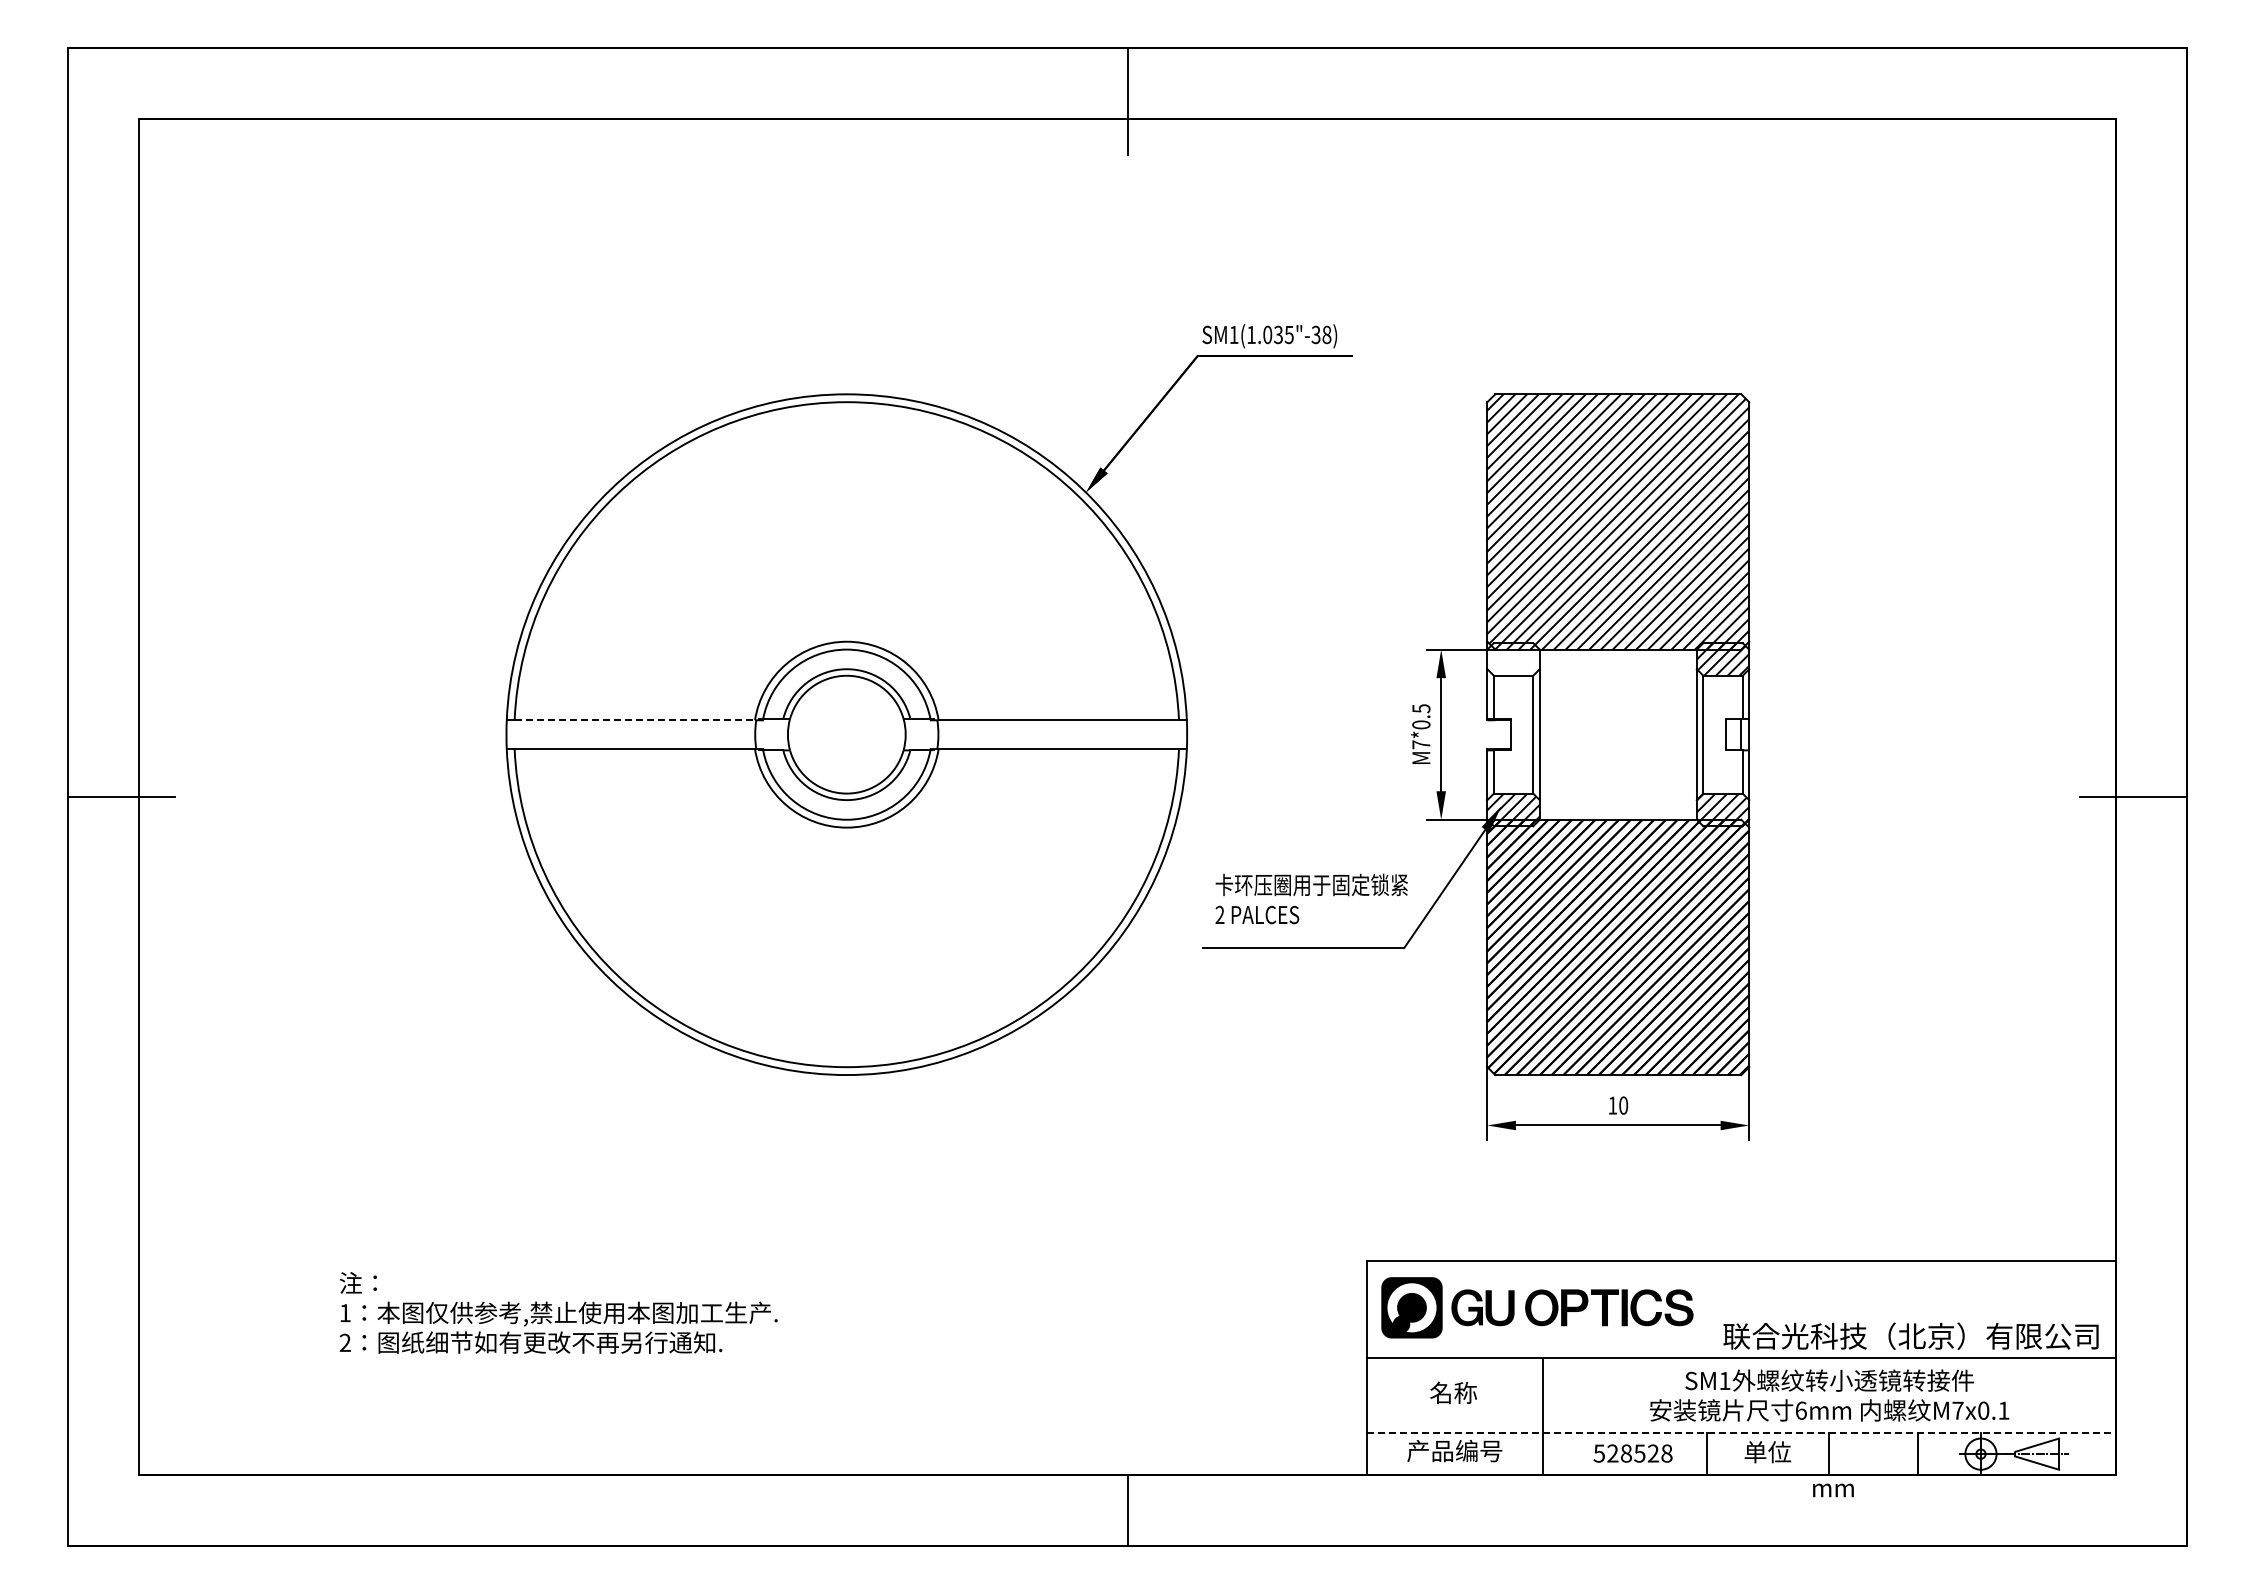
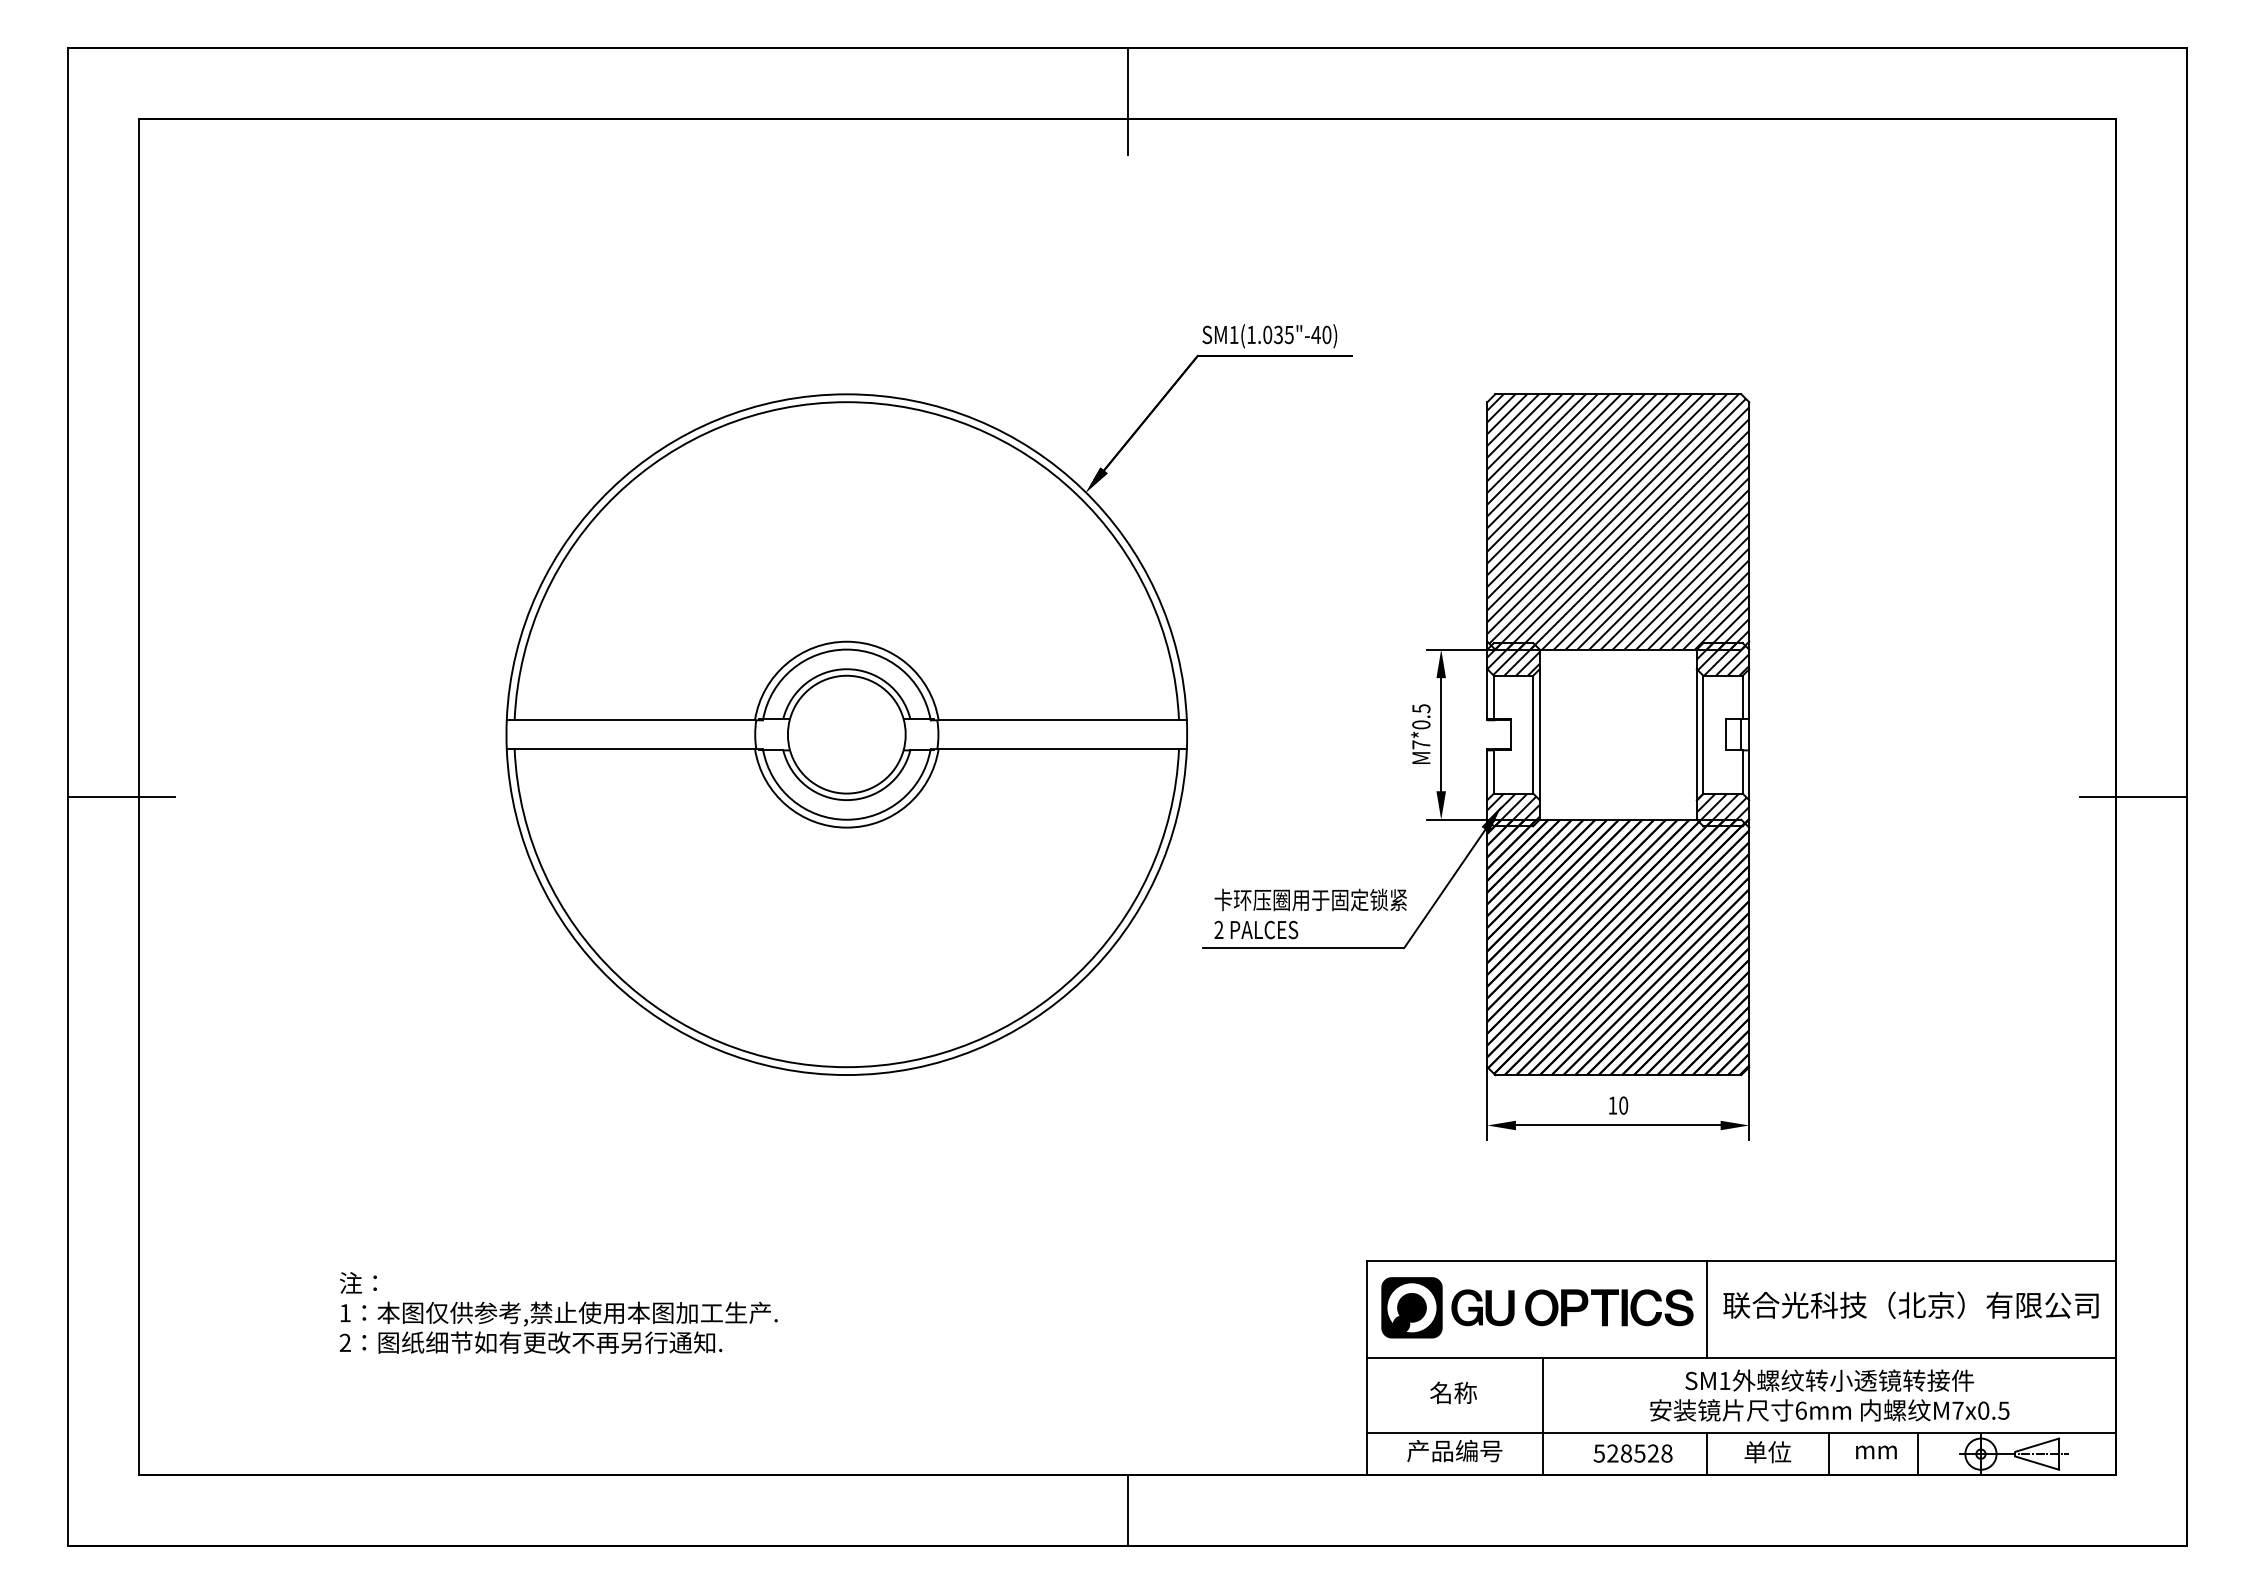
text at (1321, 334): SM1(1.035"-38) -> SM1(1.035"-40)
hatch at (1513, 659): none -> present
line at (635, 720): dashed -> solid
text at (1311, 898) position: (1311, 898) -> (1310, 913)
line at (1706, 1308): none -> present
text at (1910, 1335) position: (1910, 1335) -> (1910, 1304)
text at (2003, 1410): M7x0.1 -> M7x0.5
line at (1741, 1433): dashed -> solid
text at (1833, 1490) position: (1833, 1490) -> (1876, 1452)
